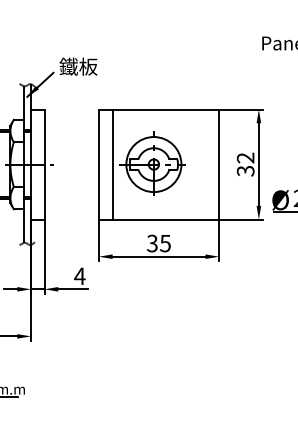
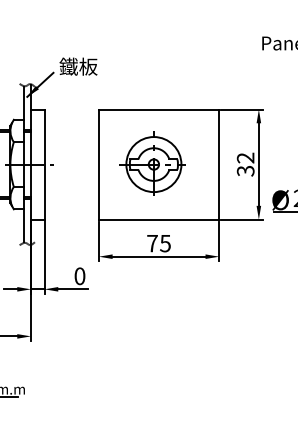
line at (112, 164): present -> none
text at (152, 243): 35 -> 75
text at (79, 276): 4 -> 0
